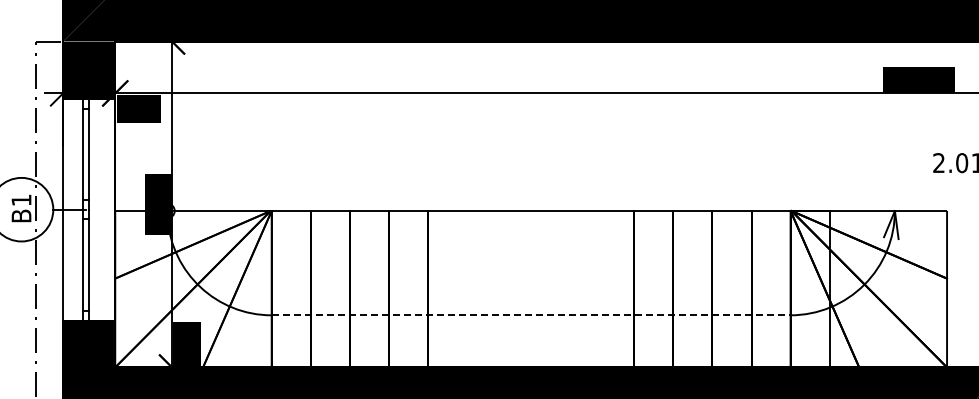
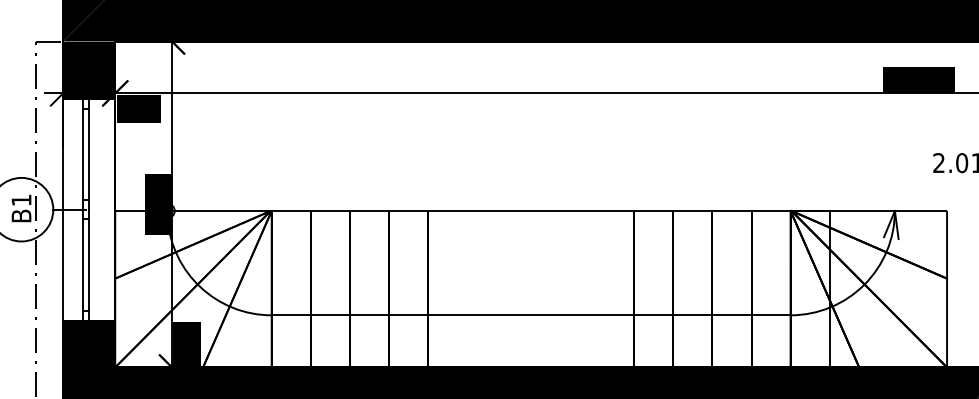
line at (531, 315): dashed -> solid
